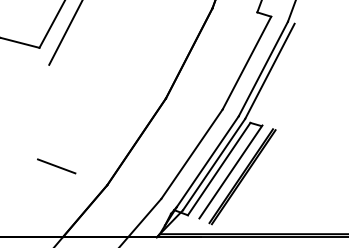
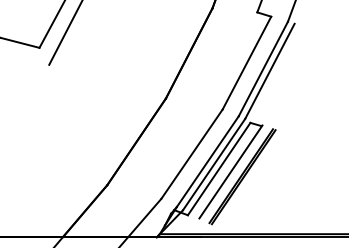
line at (56, 166): present -> none
